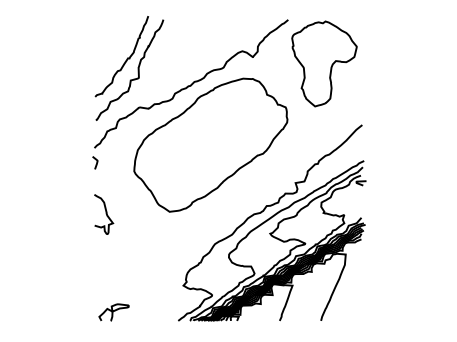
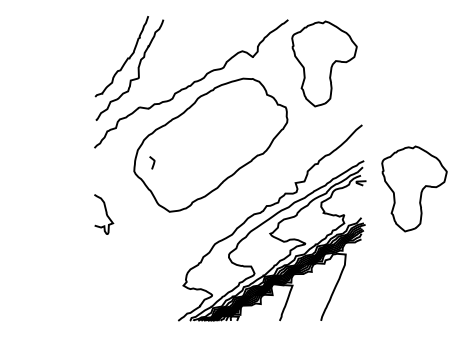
curve at (96, 162) position: (96, 162) -> (153, 162)
part at (414, 188): none -> present
curve at (113, 312): present -> none
